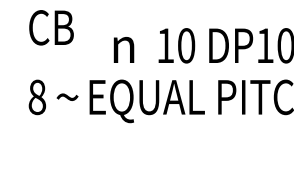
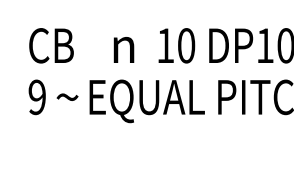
text at (51, 27) position: (51, 27) -> (51, 45)
text at (37, 97): 8 -> 9
